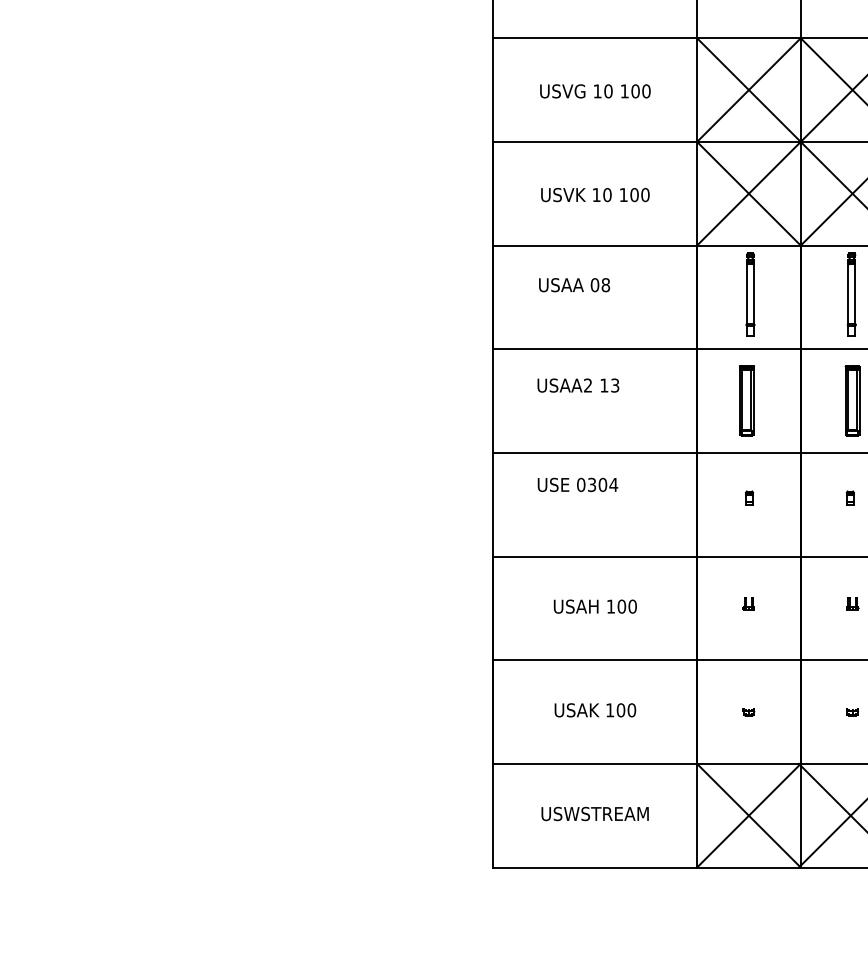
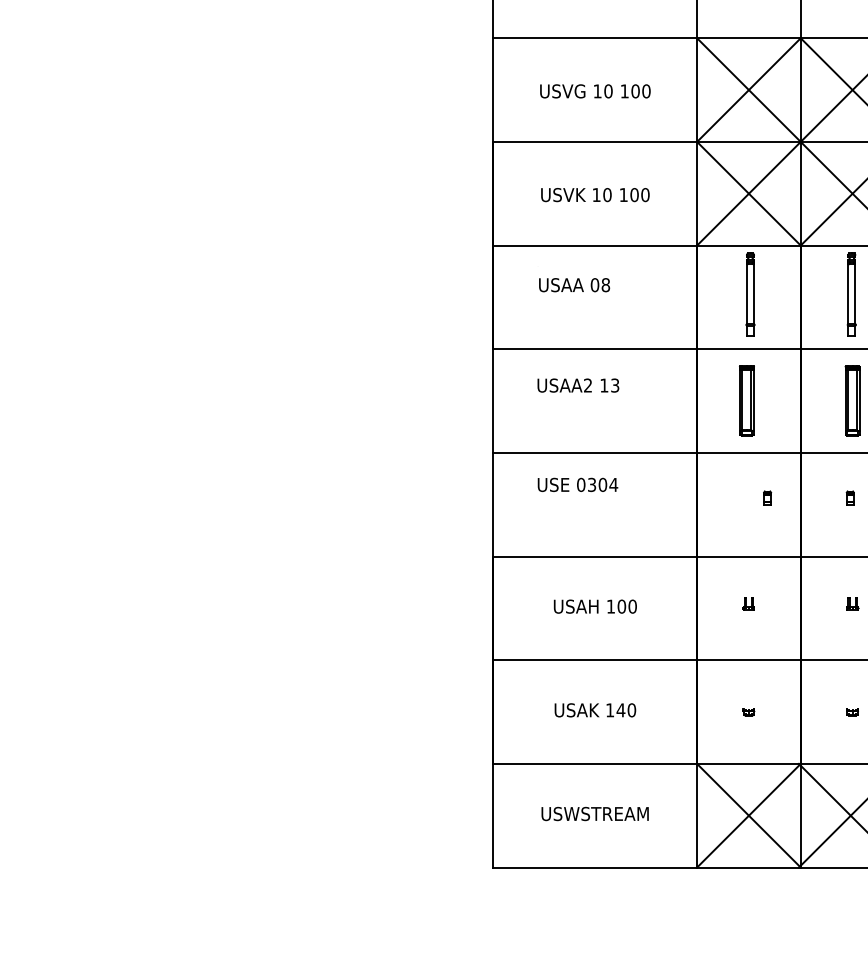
part at (749, 497) position: (749, 497) -> (767, 497)
text at (620, 710): 100 -> 140
